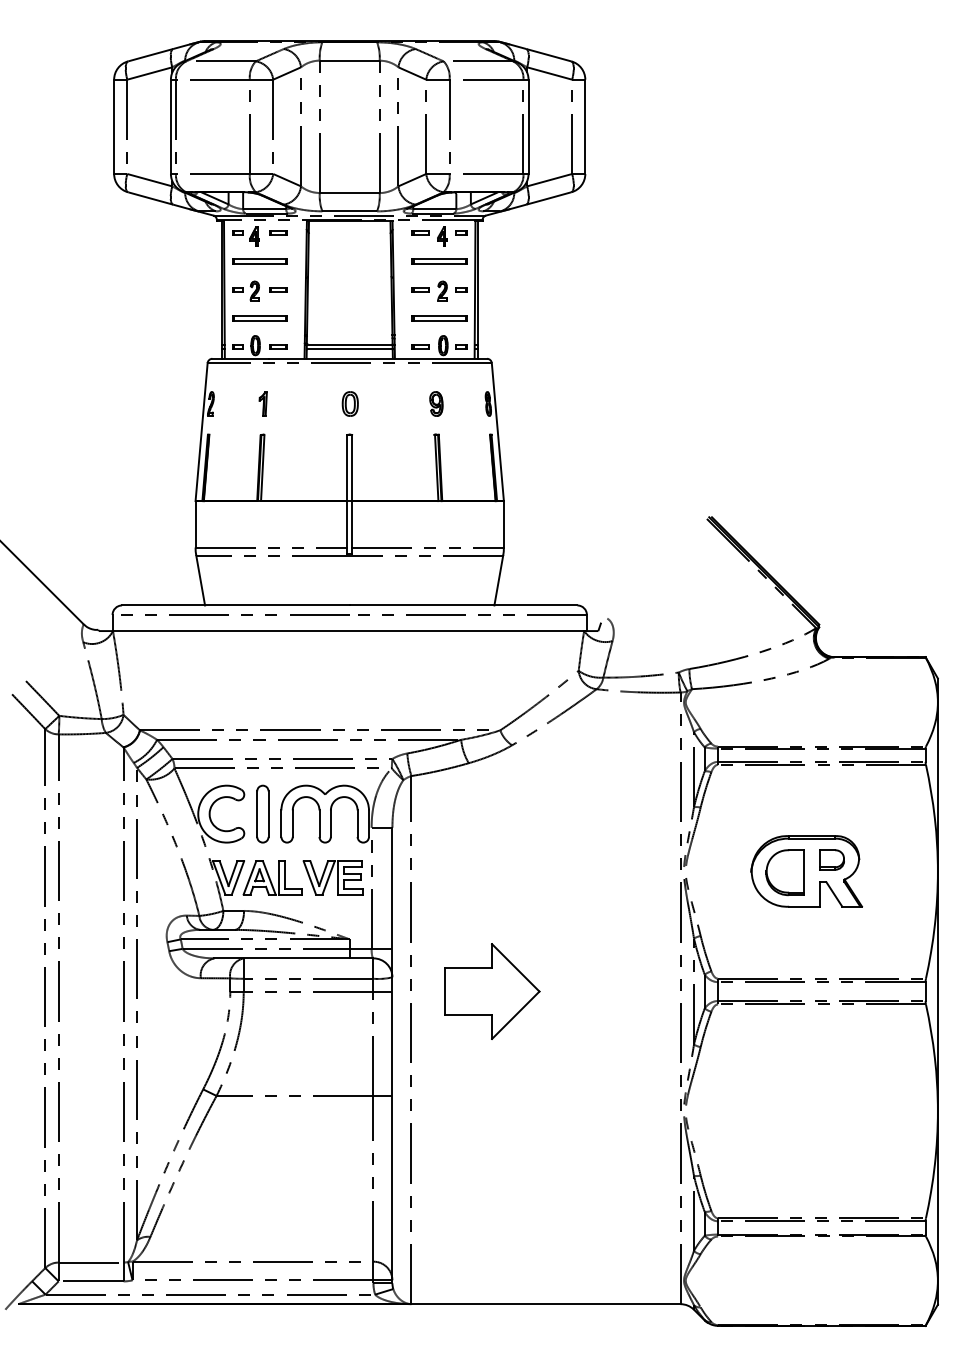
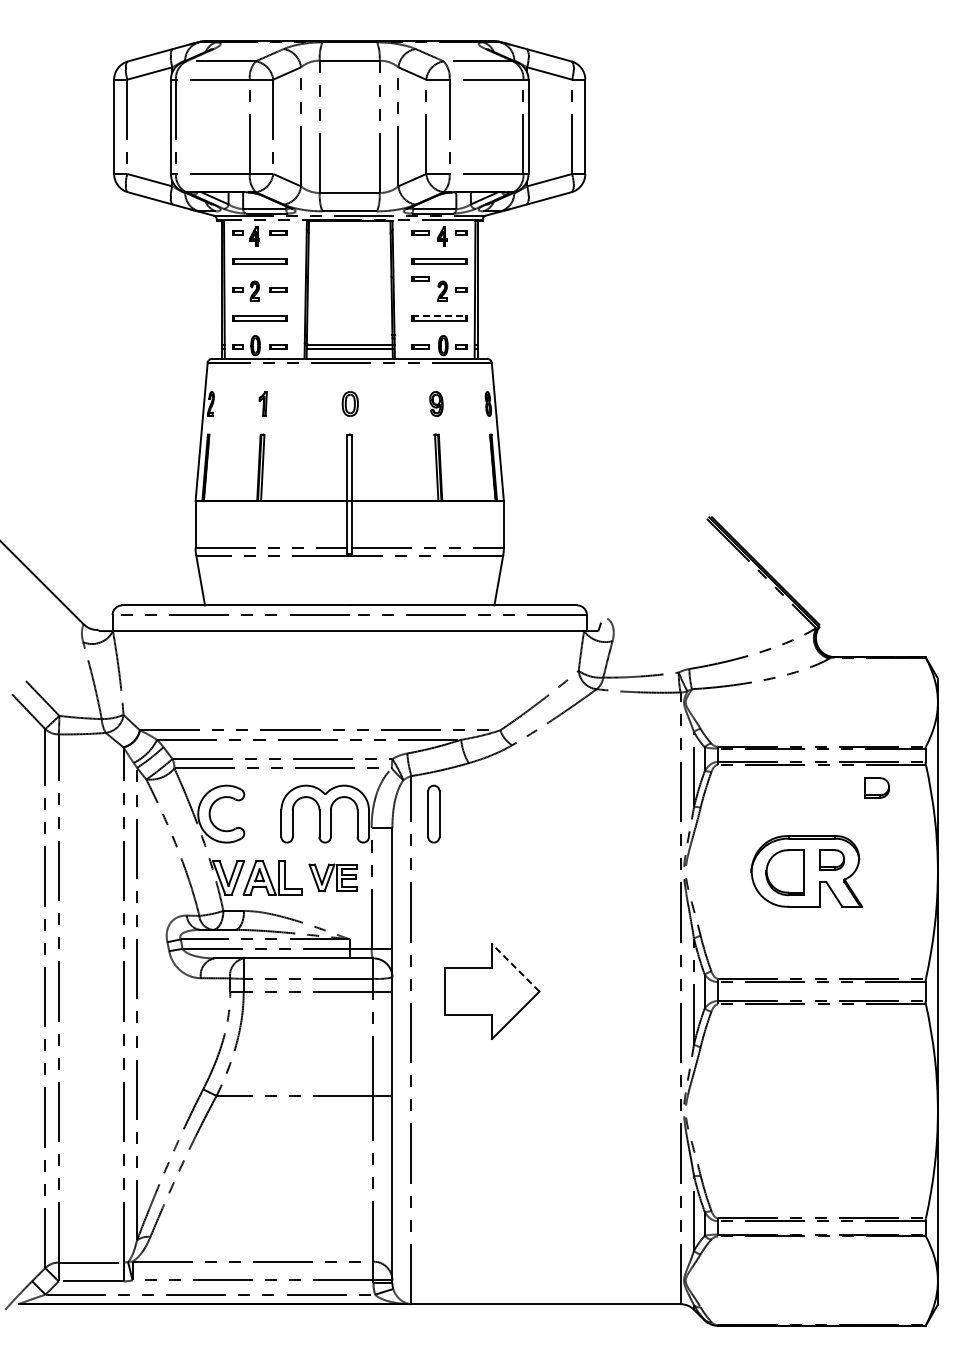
part at (420, 289) position: (420, 289) -> (420, 278)
line at (440, 316): solid -> dashed
part at (876, 787): none -> present
part at (262, 813) position: (262, 813) -> (433, 813)
part at (332, 877) size: 62x36 px -> 50x30 px
line at (515, 967): solid -> dashed
